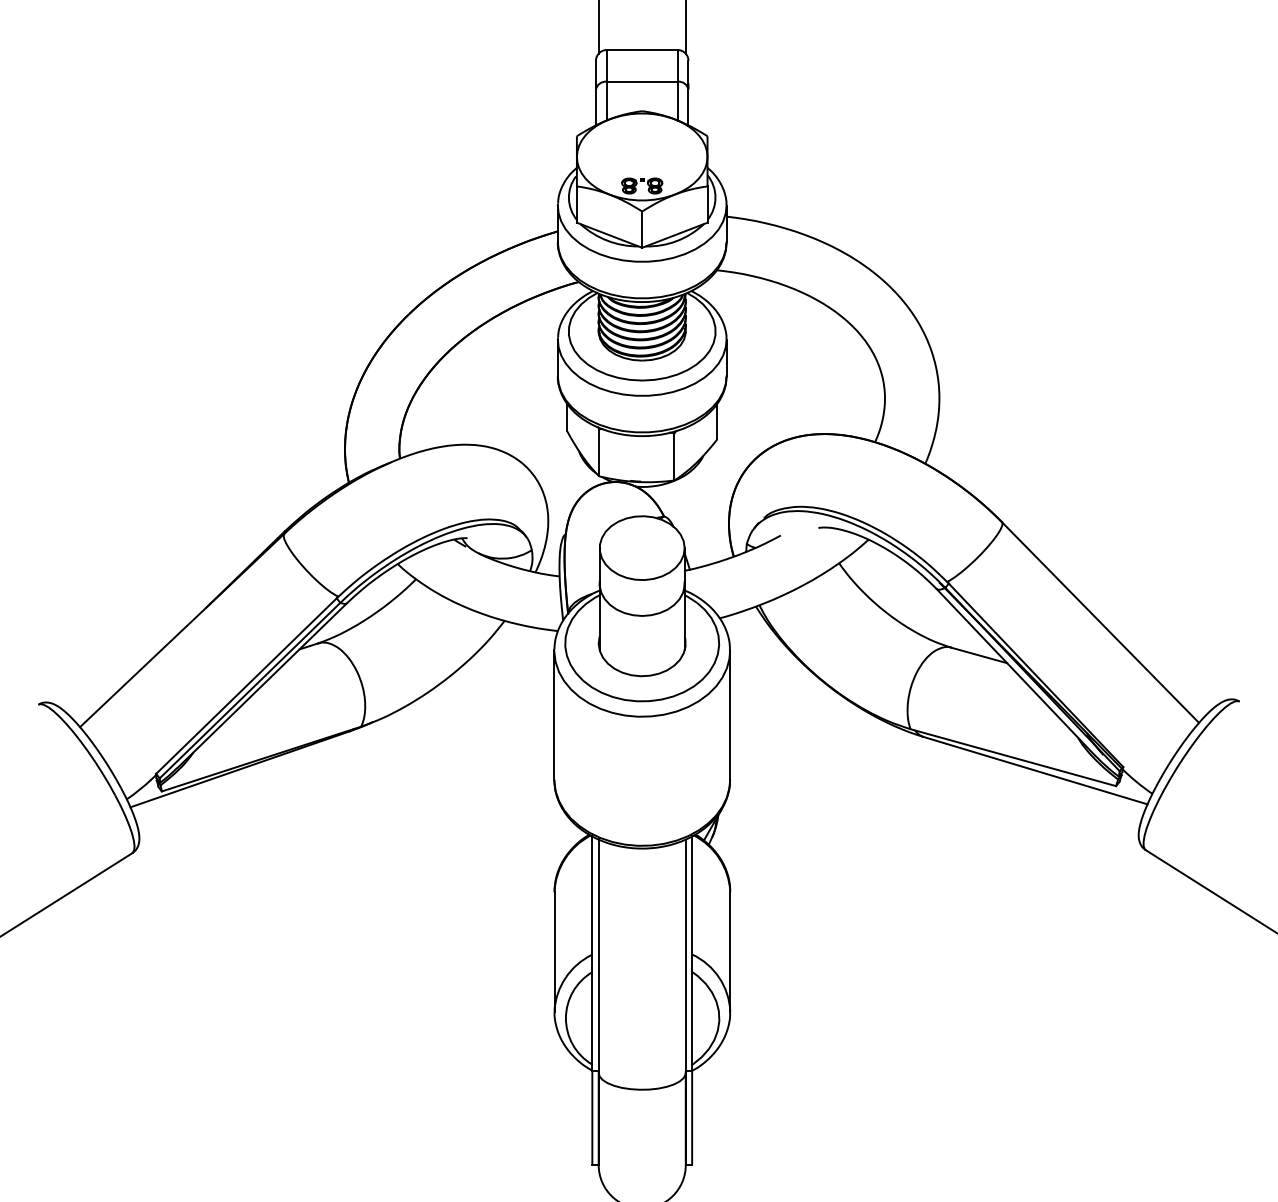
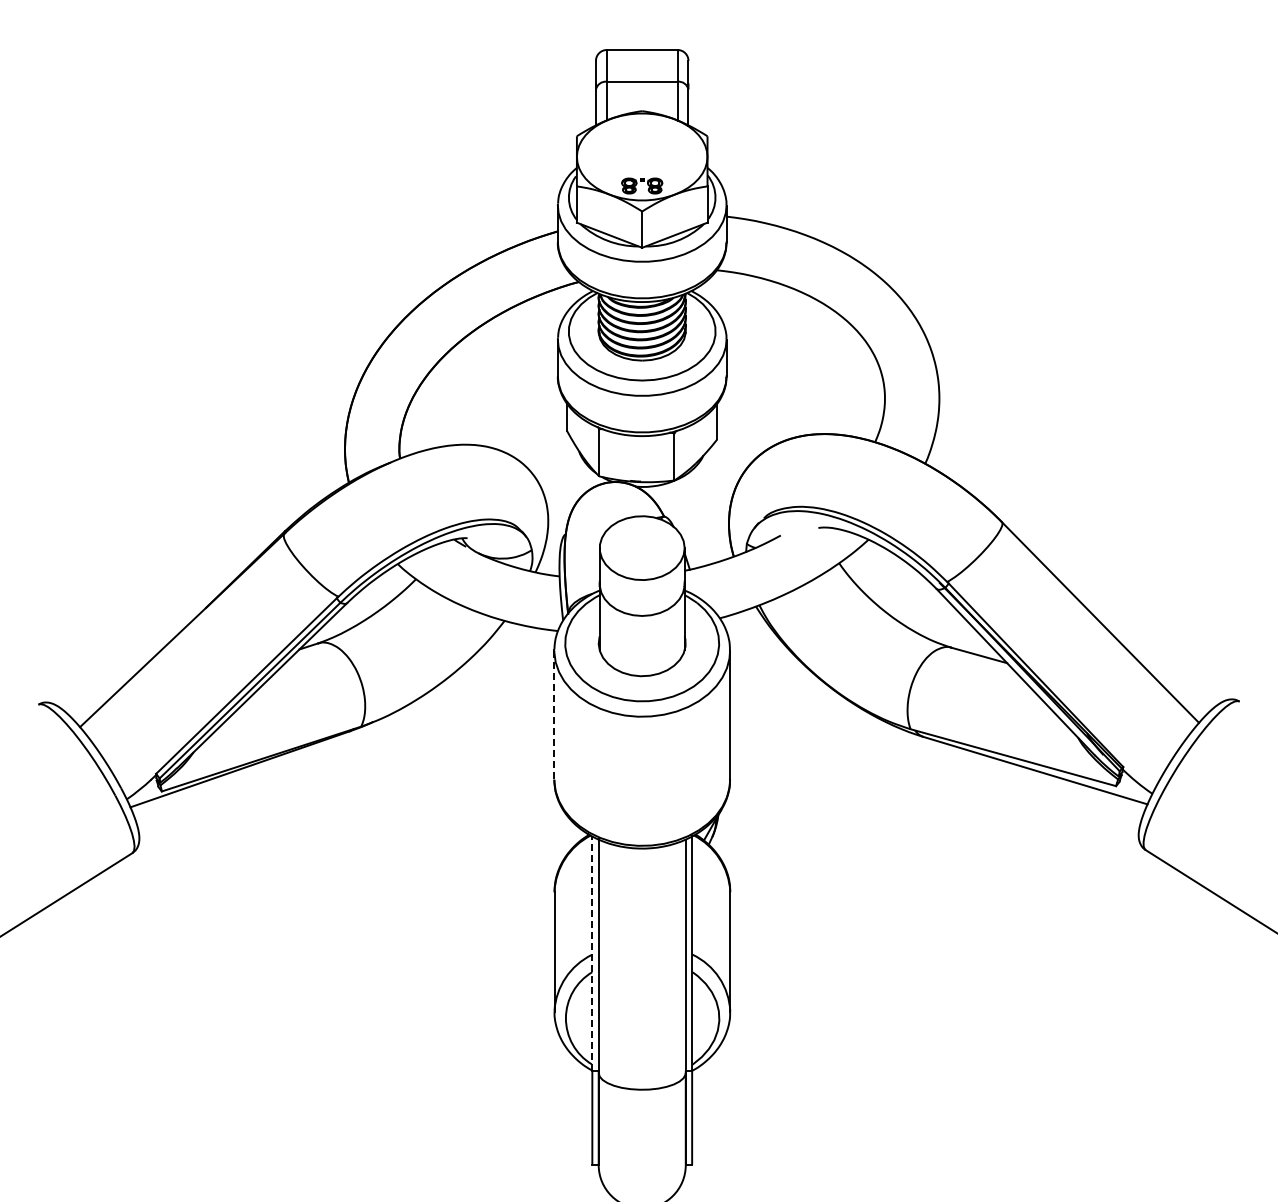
line at (598, 27): present -> none
line at (685, 27): present -> none
line at (554, 715): solid -> dashed
line at (592, 953): solid -> dashed
